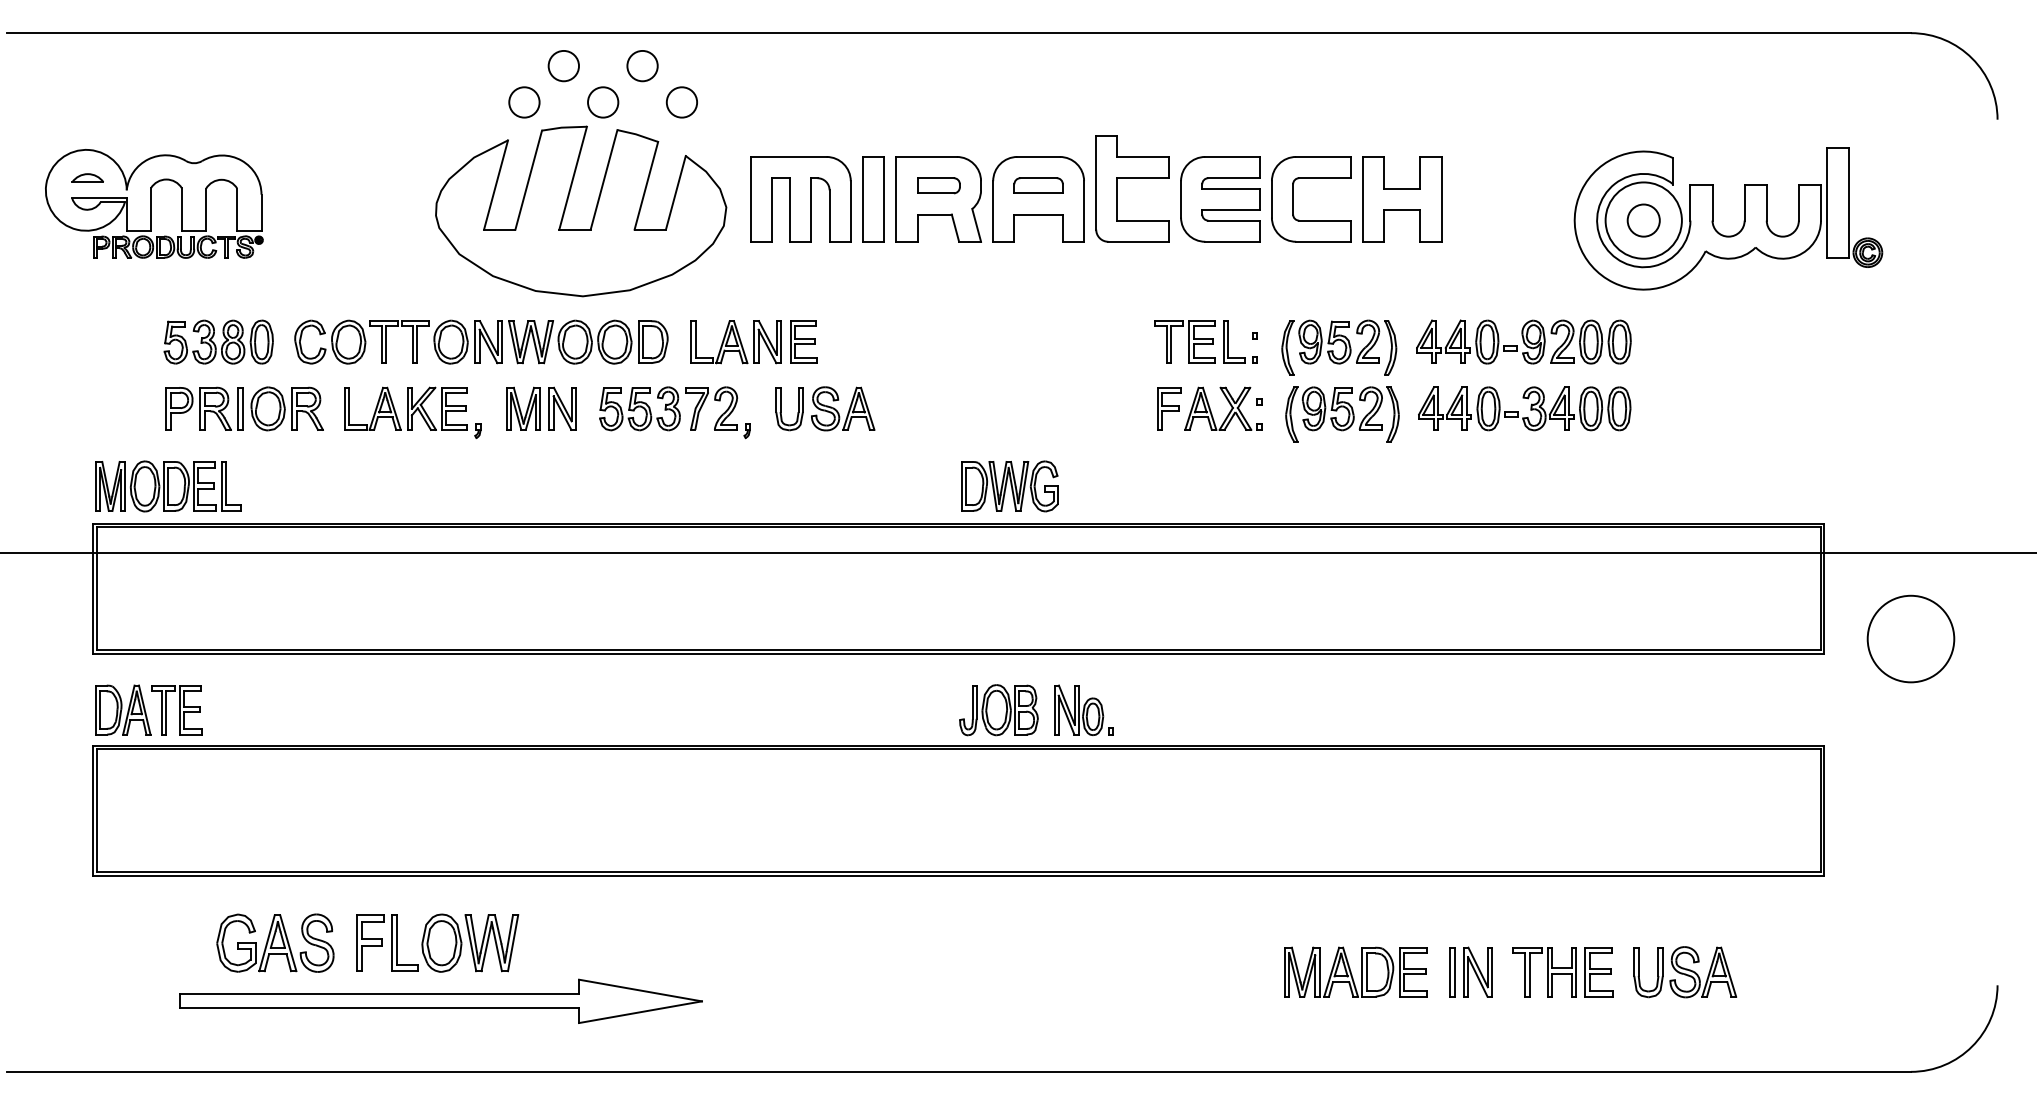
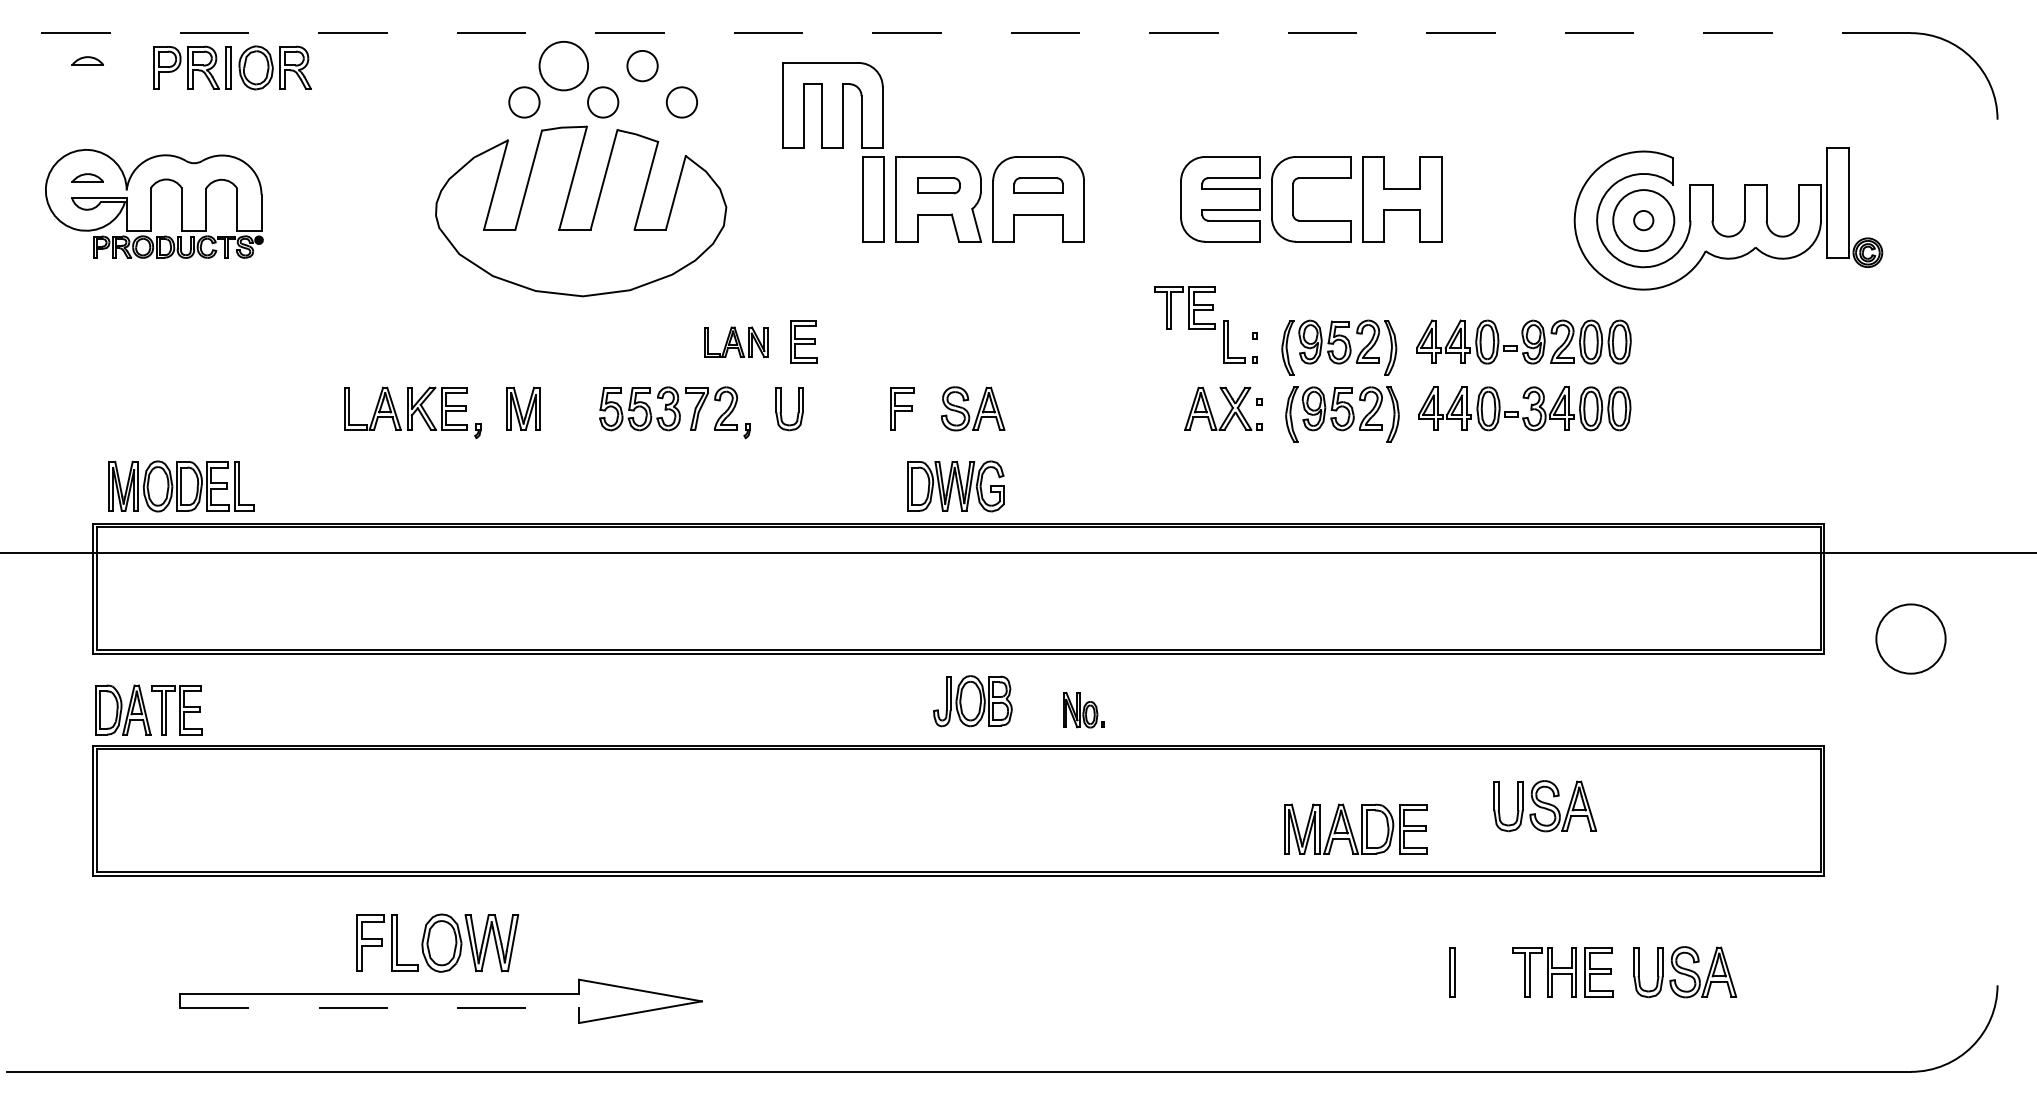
line at (958, 33): solid -> dashed
part at (87, 60): none -> present
circle at (563, 65) diameter: 30 px -> 49 px
part at (1132, 178): present -> none
part at (800, 199) position: (800, 199) -> (832, 105)
circle at (1643, 220) diameter: 32 px -> 19 px
circle at (1643, 220) diameter: 76 px -> 61 px
part at (218, 341): present -> none
part at (481, 341): present -> none
part at (1184, 341) position: (1184, 341) -> (1184, 307)
part at (735, 342) size: 92x45 px -> 65x32 px
part at (244, 408) position: (244, 408) -> (232, 67)
part at (562, 408): present -> none
part at (843, 408) position: (843, 408) -> (973, 408)
part at (1169, 408) position: (1169, 408) -> (902, 408)
part at (168, 486) position: (168, 486) -> (181, 486)
part at (1009, 486) position: (1009, 486) -> (955, 486)
circle at (1910, 638) diameter: 87 px -> 69 px
part at (1083, 709) size: 60x52 px -> 42x38 px
part at (998, 710) position: (998, 710) -> (972, 701)
part at (1545, 806): none -> present
part at (275, 942): present -> none
part at (1355, 971) position: (1355, 971) -> (1355, 828)
part at (1477, 971): present -> none
line at (380, 1008): solid -> dashed
